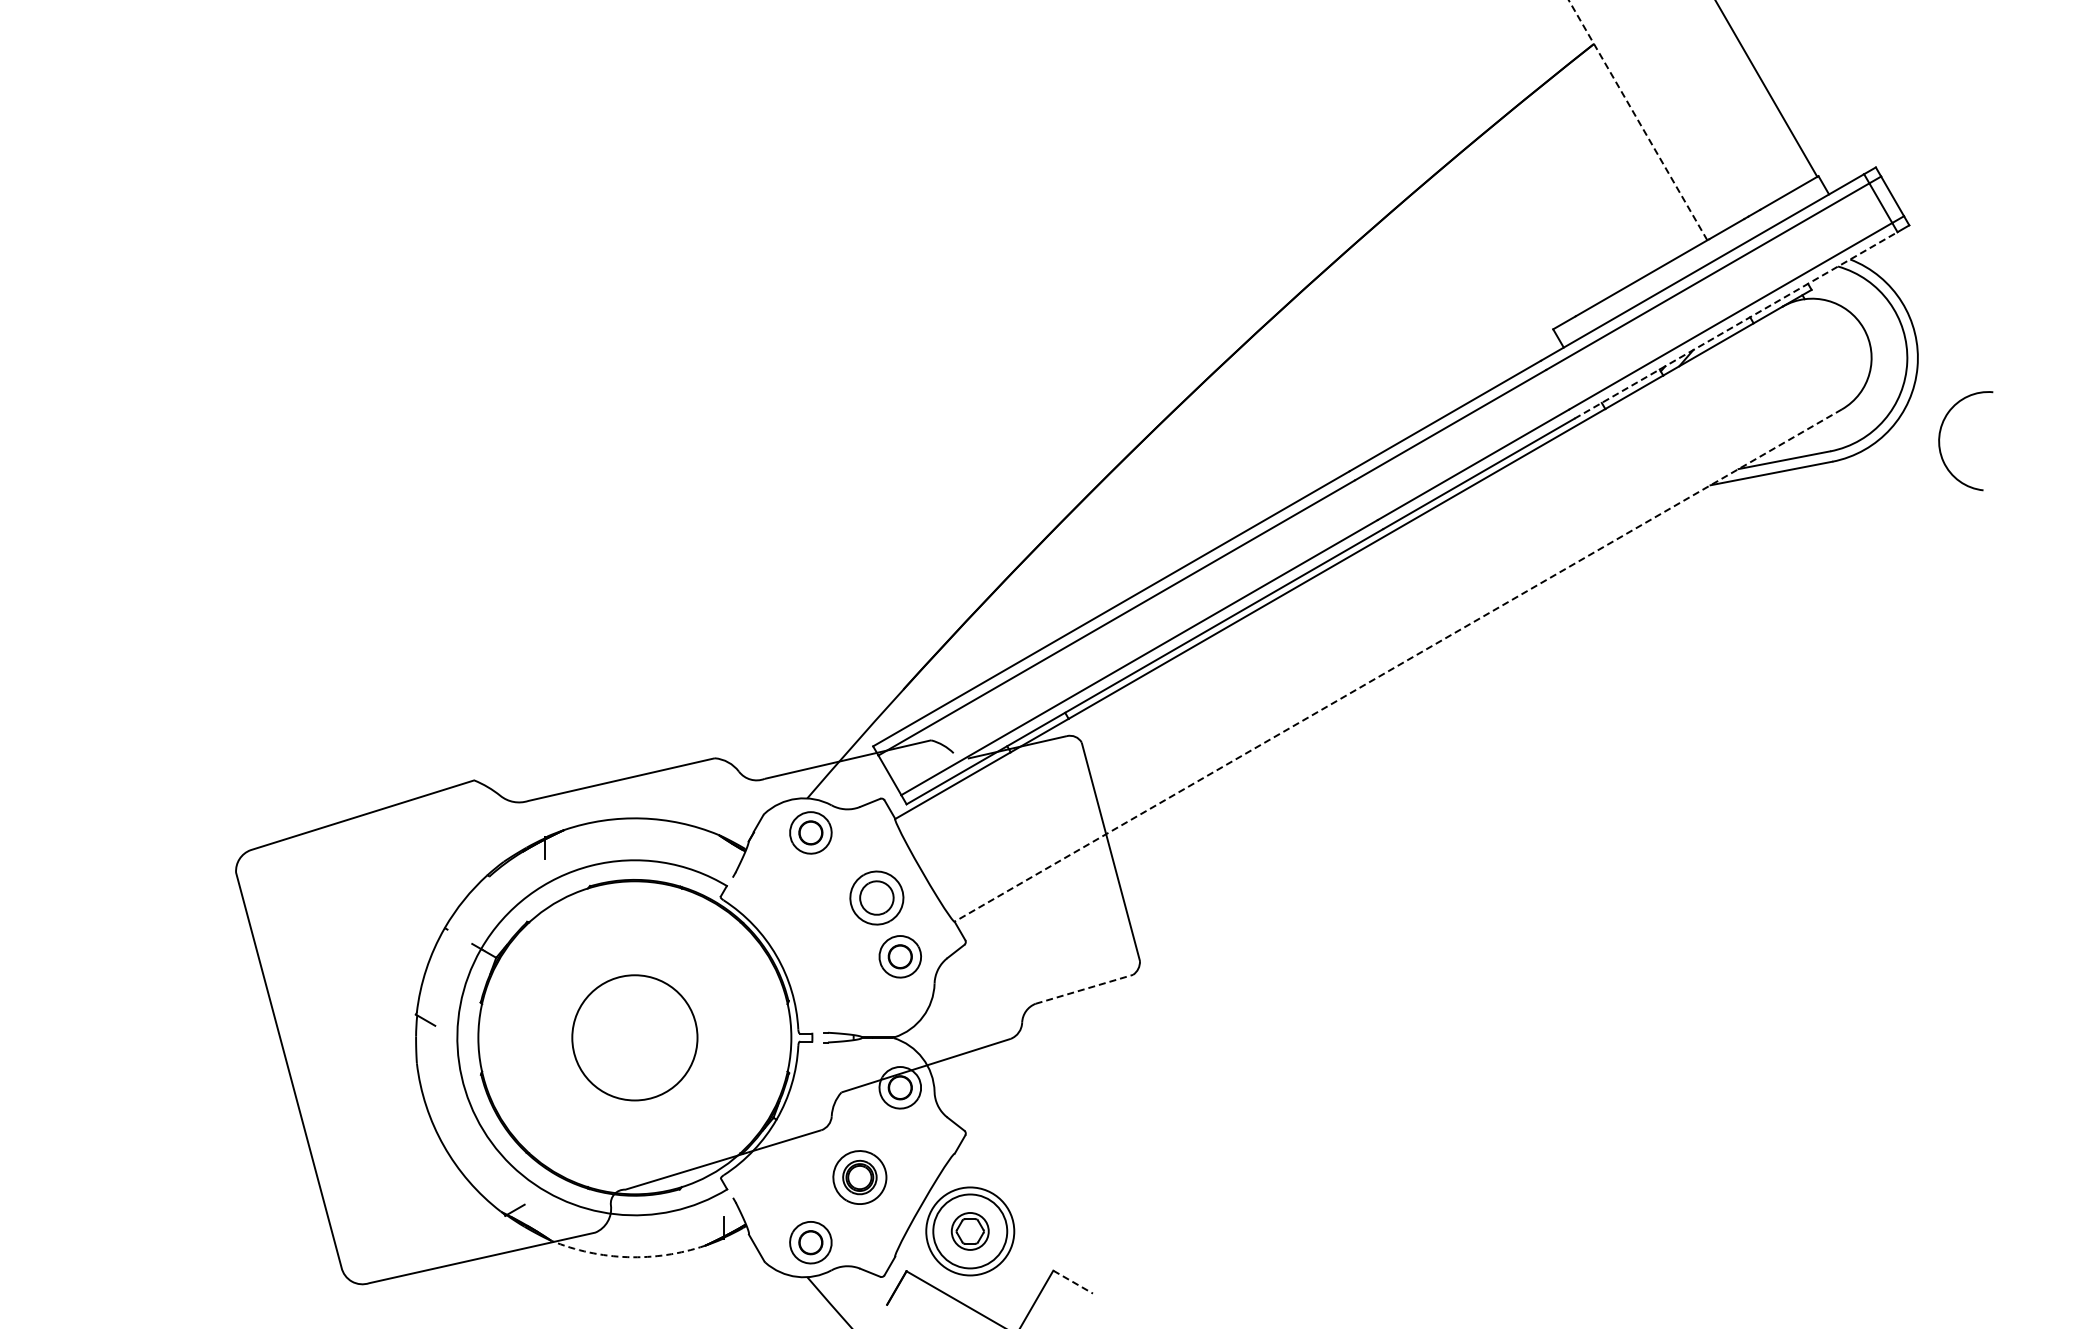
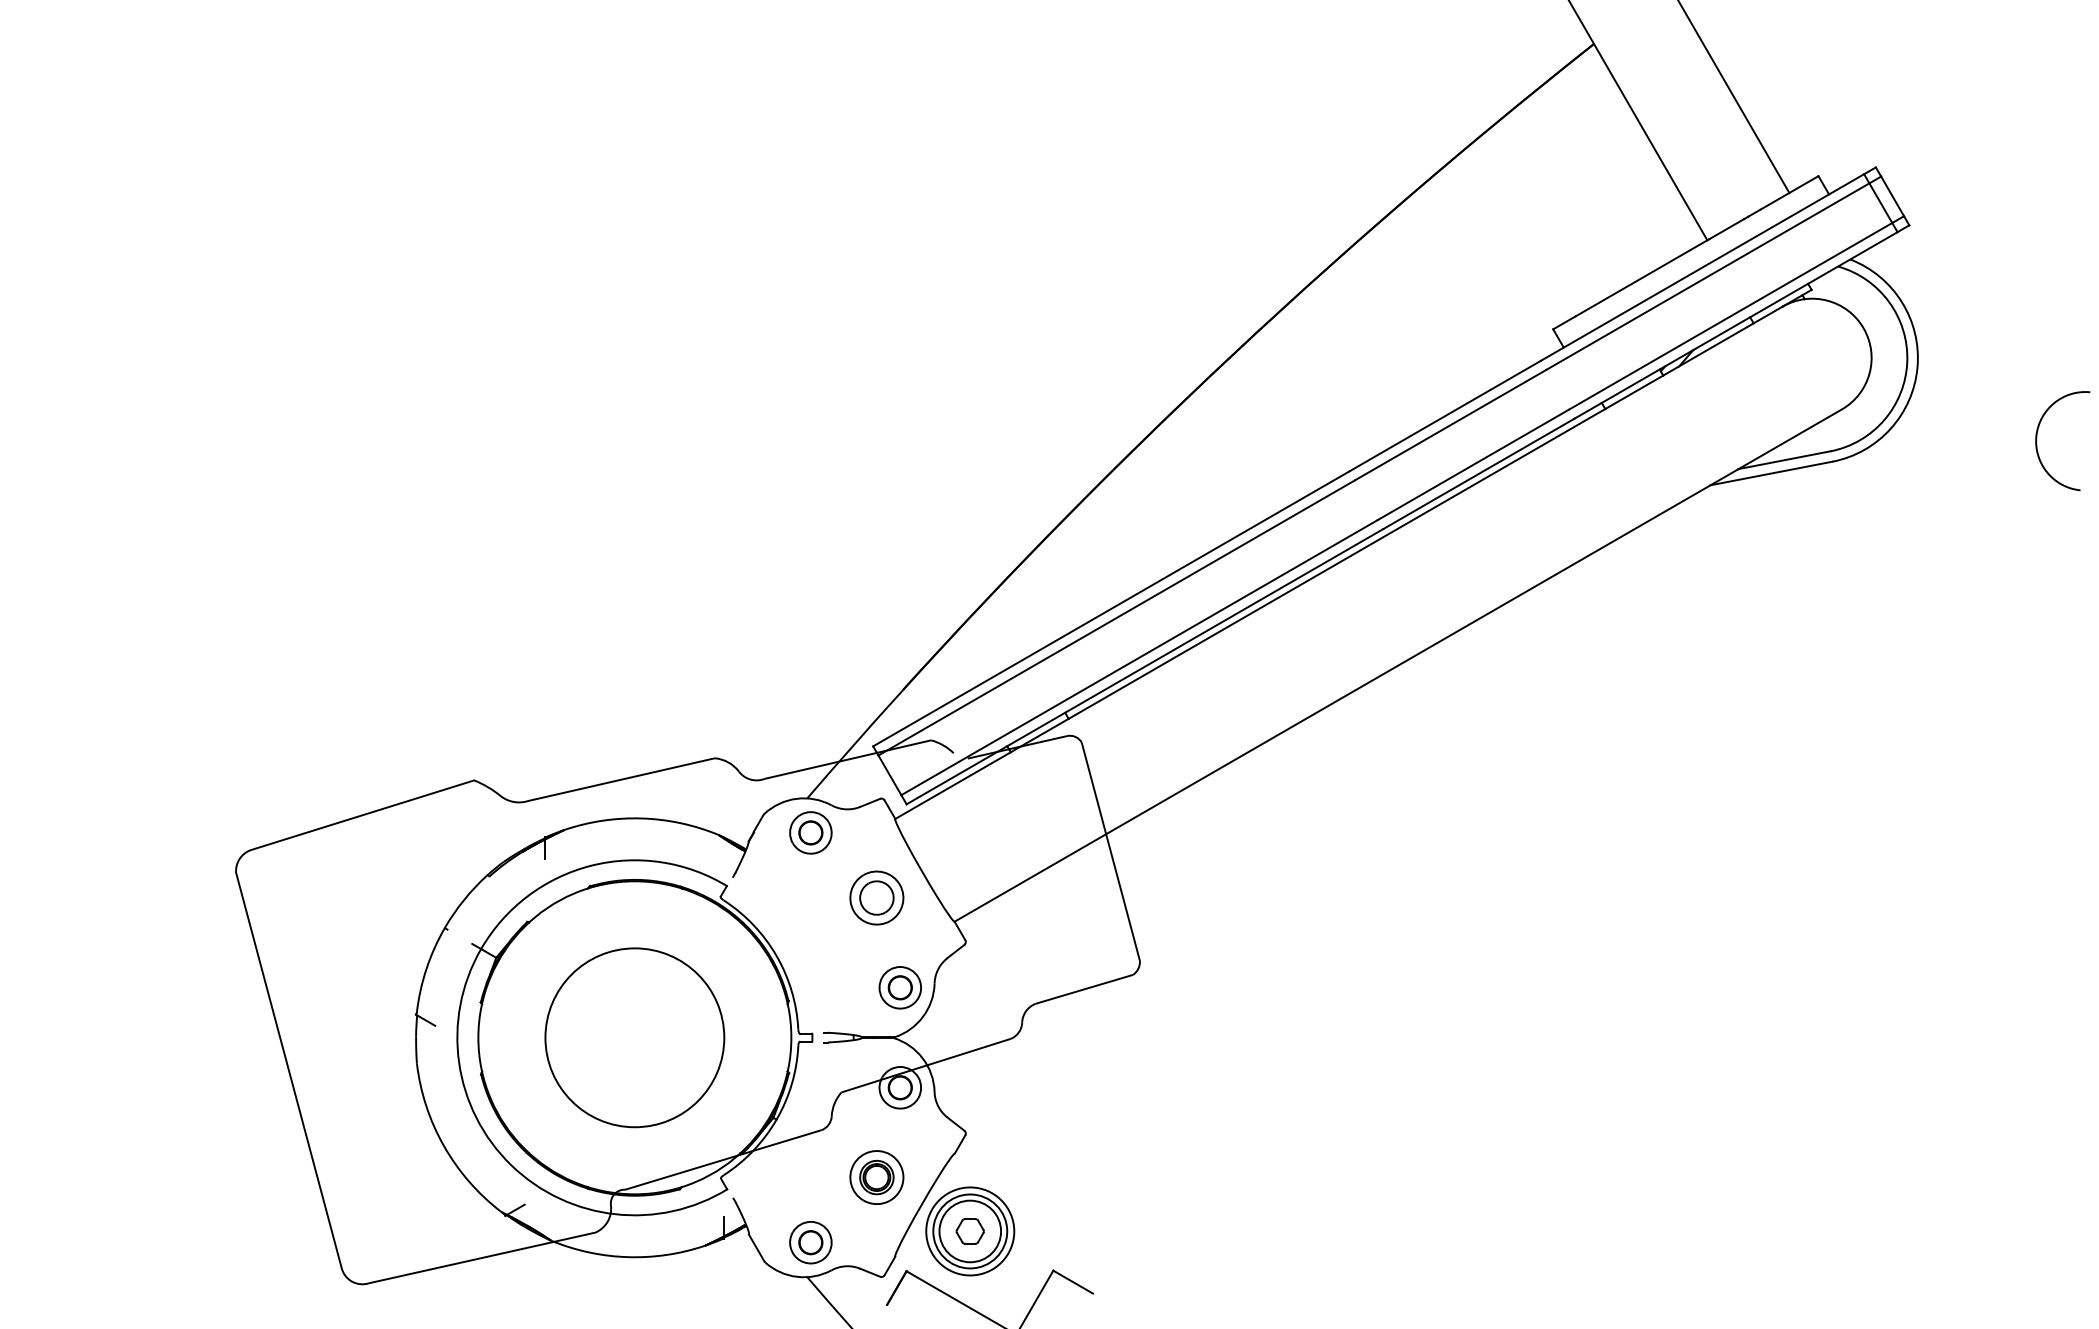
line at (1766, 89) position: (1766, 89) -> (1734, 97)
line at (1637, 119): dashed -> solid
line at (1735, 325): dashed -> solid
arc at (1940, 442) position: (1940, 442) -> (2037, 442)
line at (1397, 665): dashed -> solid
part at (899, 956) position: (899, 956) -> (899, 987)
line at (1084, 989): dashed -> solid
circle at (634, 1037) size: 128x128 px -> 182x182 px
part at (859, 1177) position: (859, 1177) -> (876, 1177)
circle at (969, 1230) diameter: 37 px -> 62 px
arc at (627, 1257): dashed -> solid
line at (1073, 1282): dashed -> solid
